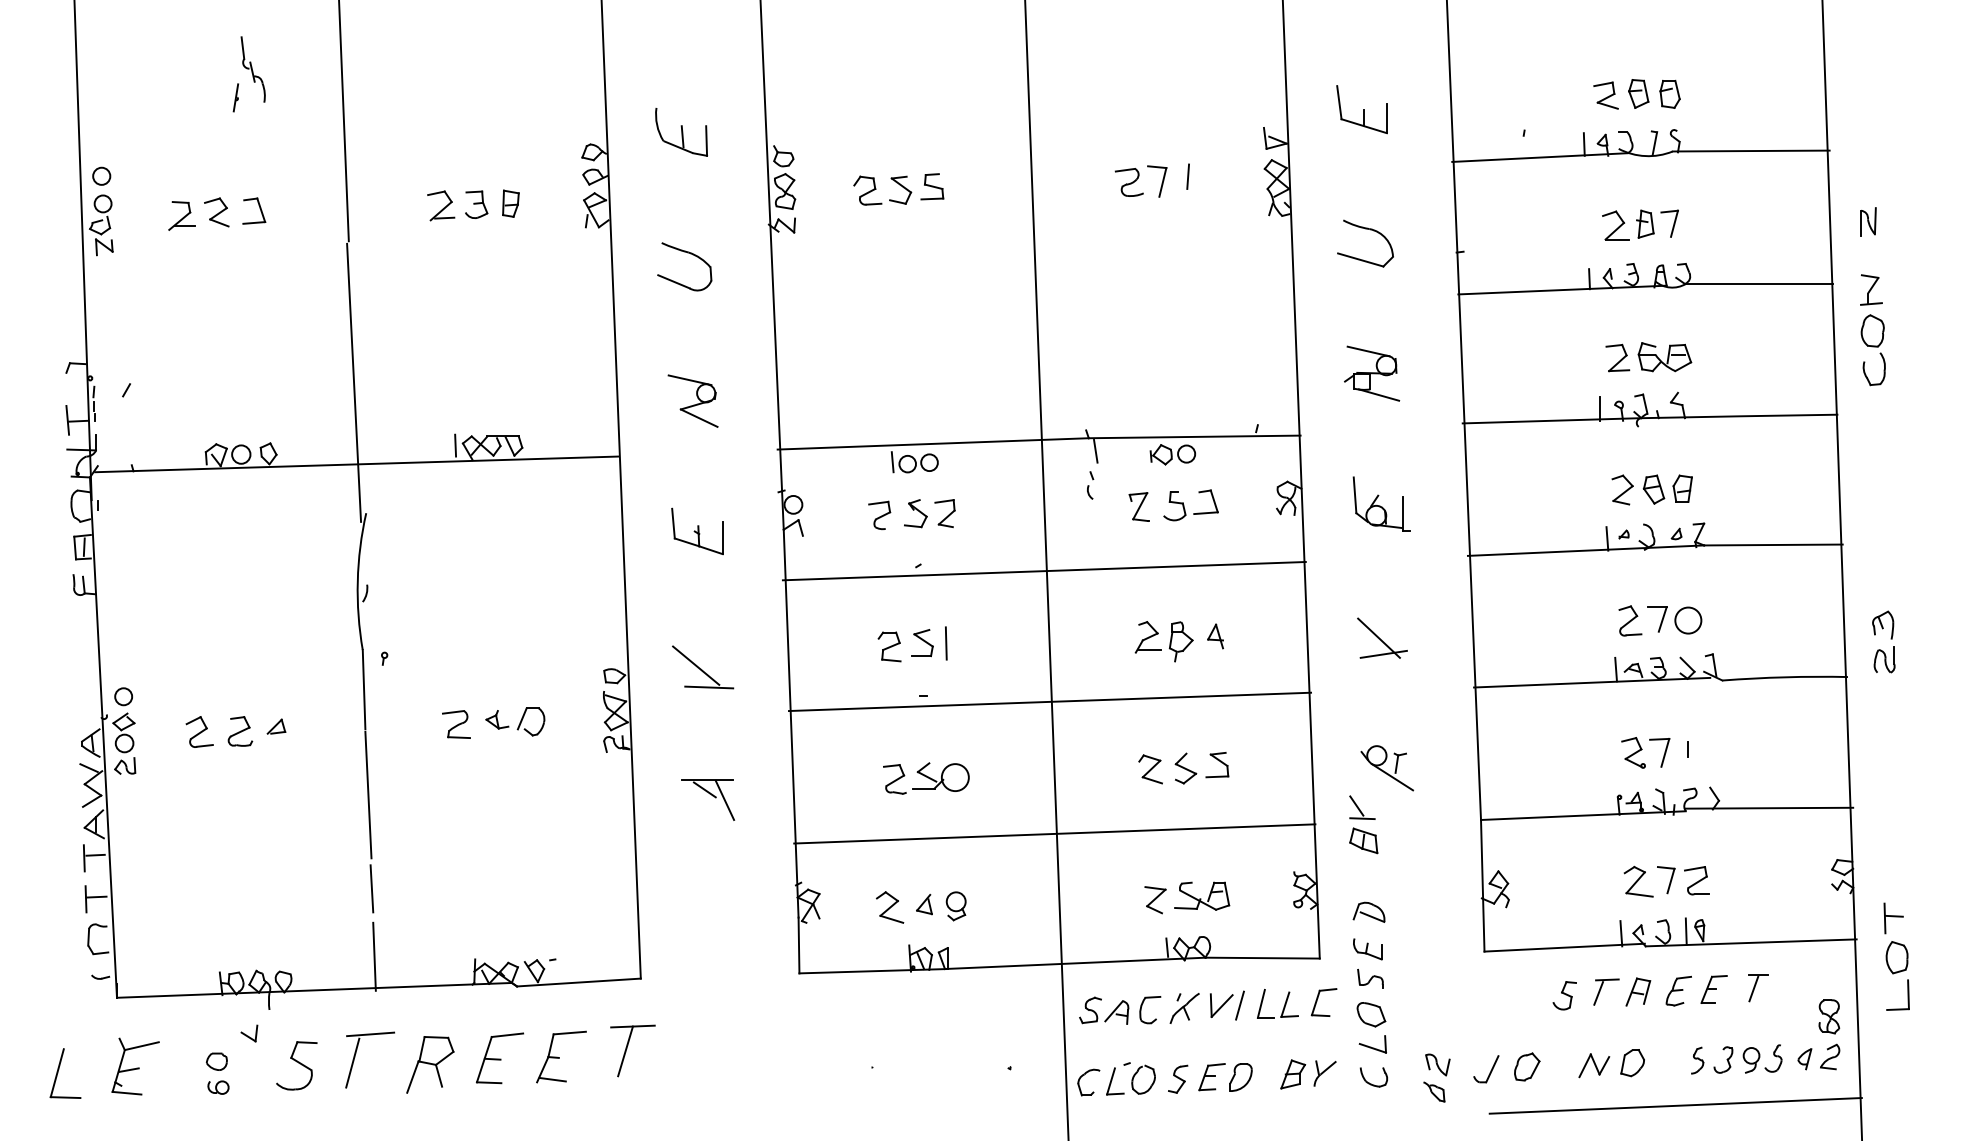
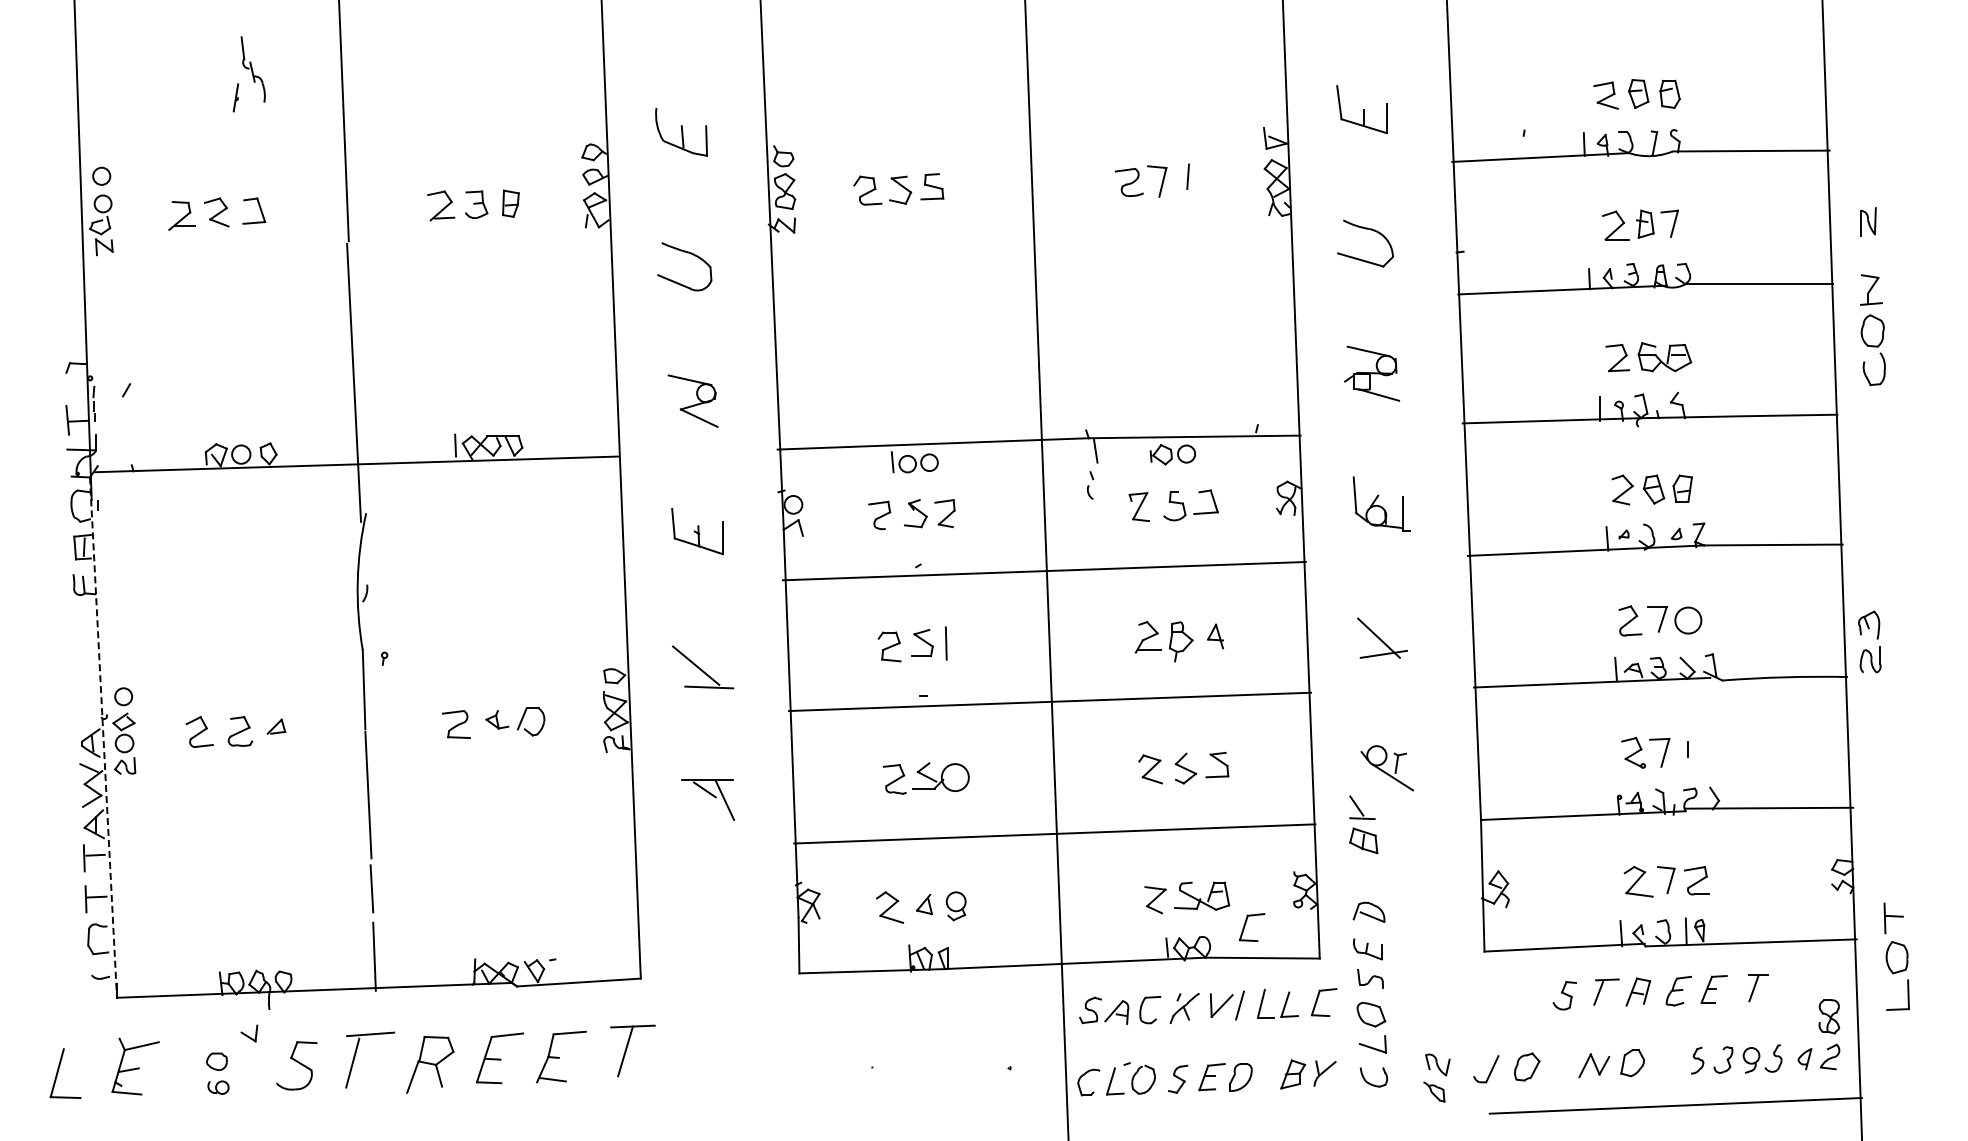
part at (1890, 639) position: (1890, 639) -> (1876, 639)
line at (103, 737): solid -> dashed
part at (1245, 926): none -> present
